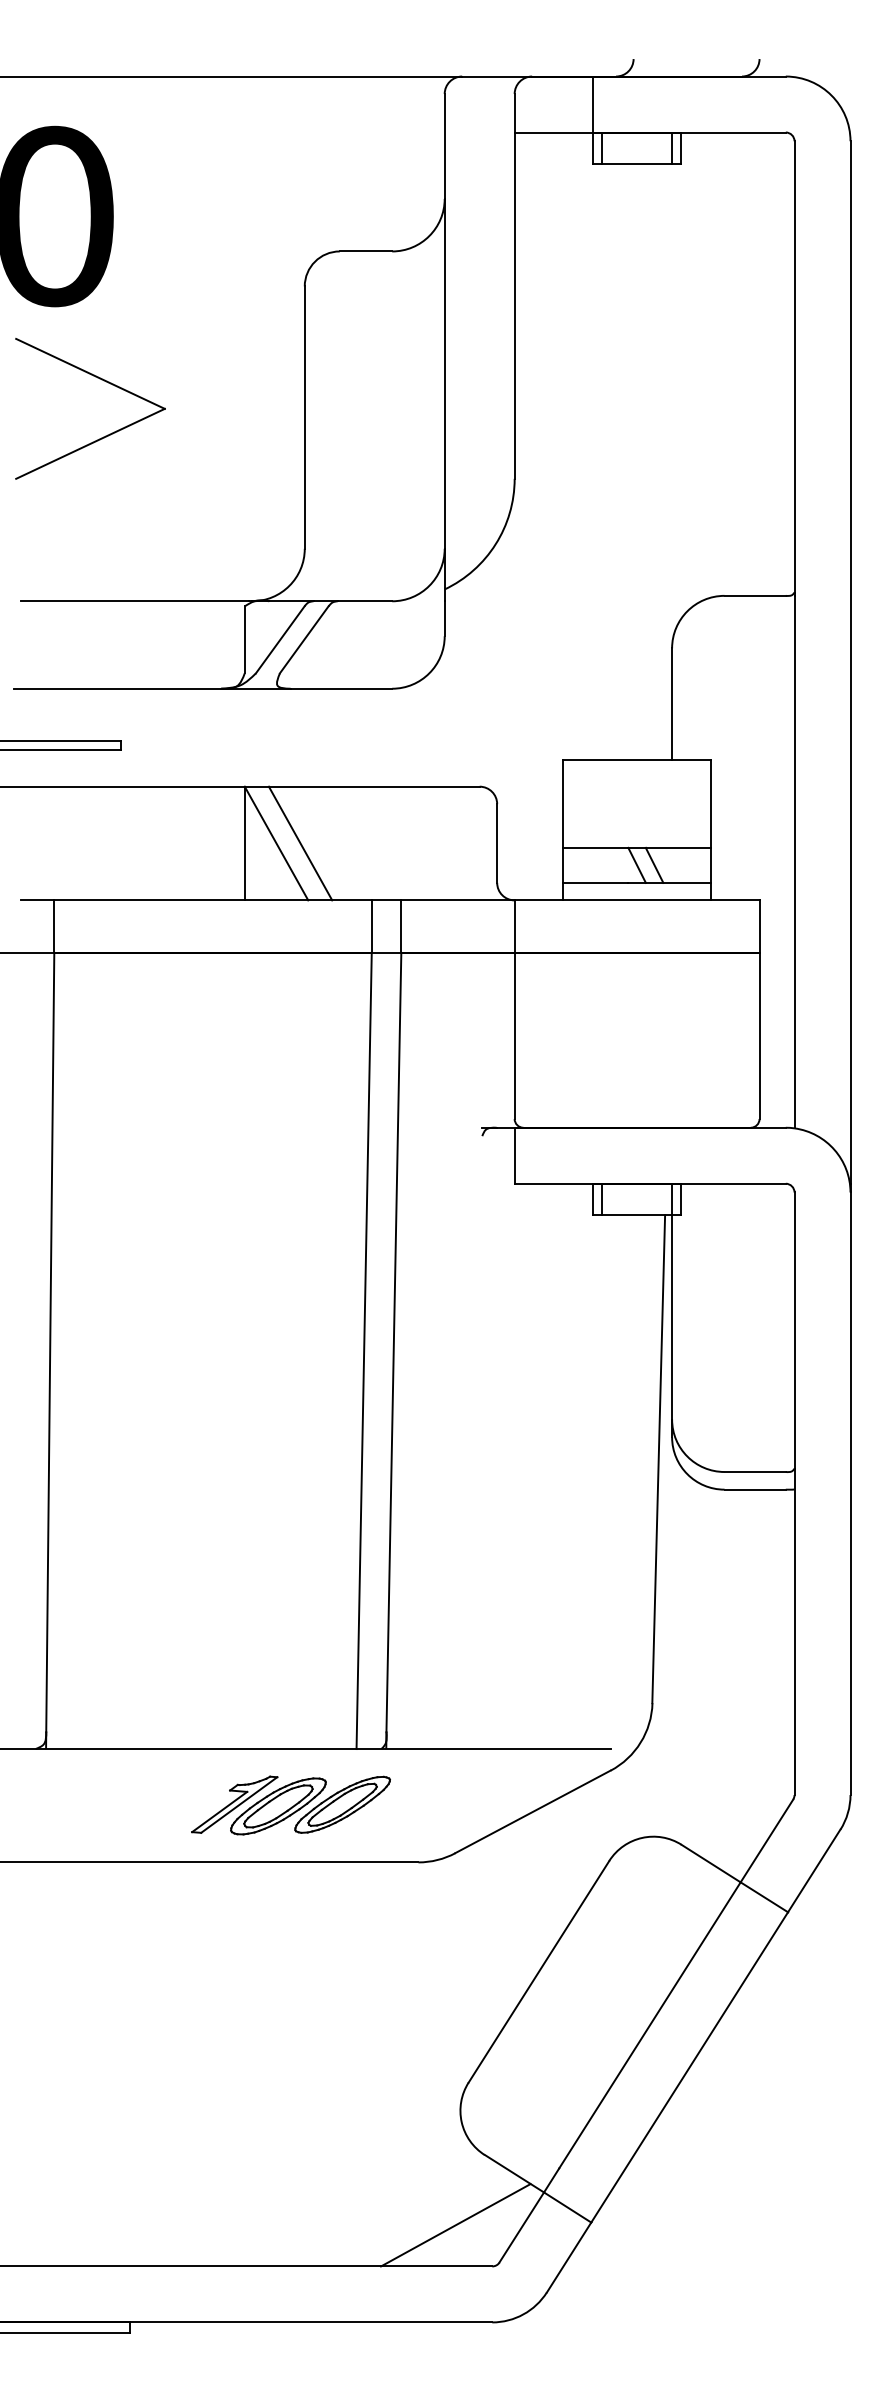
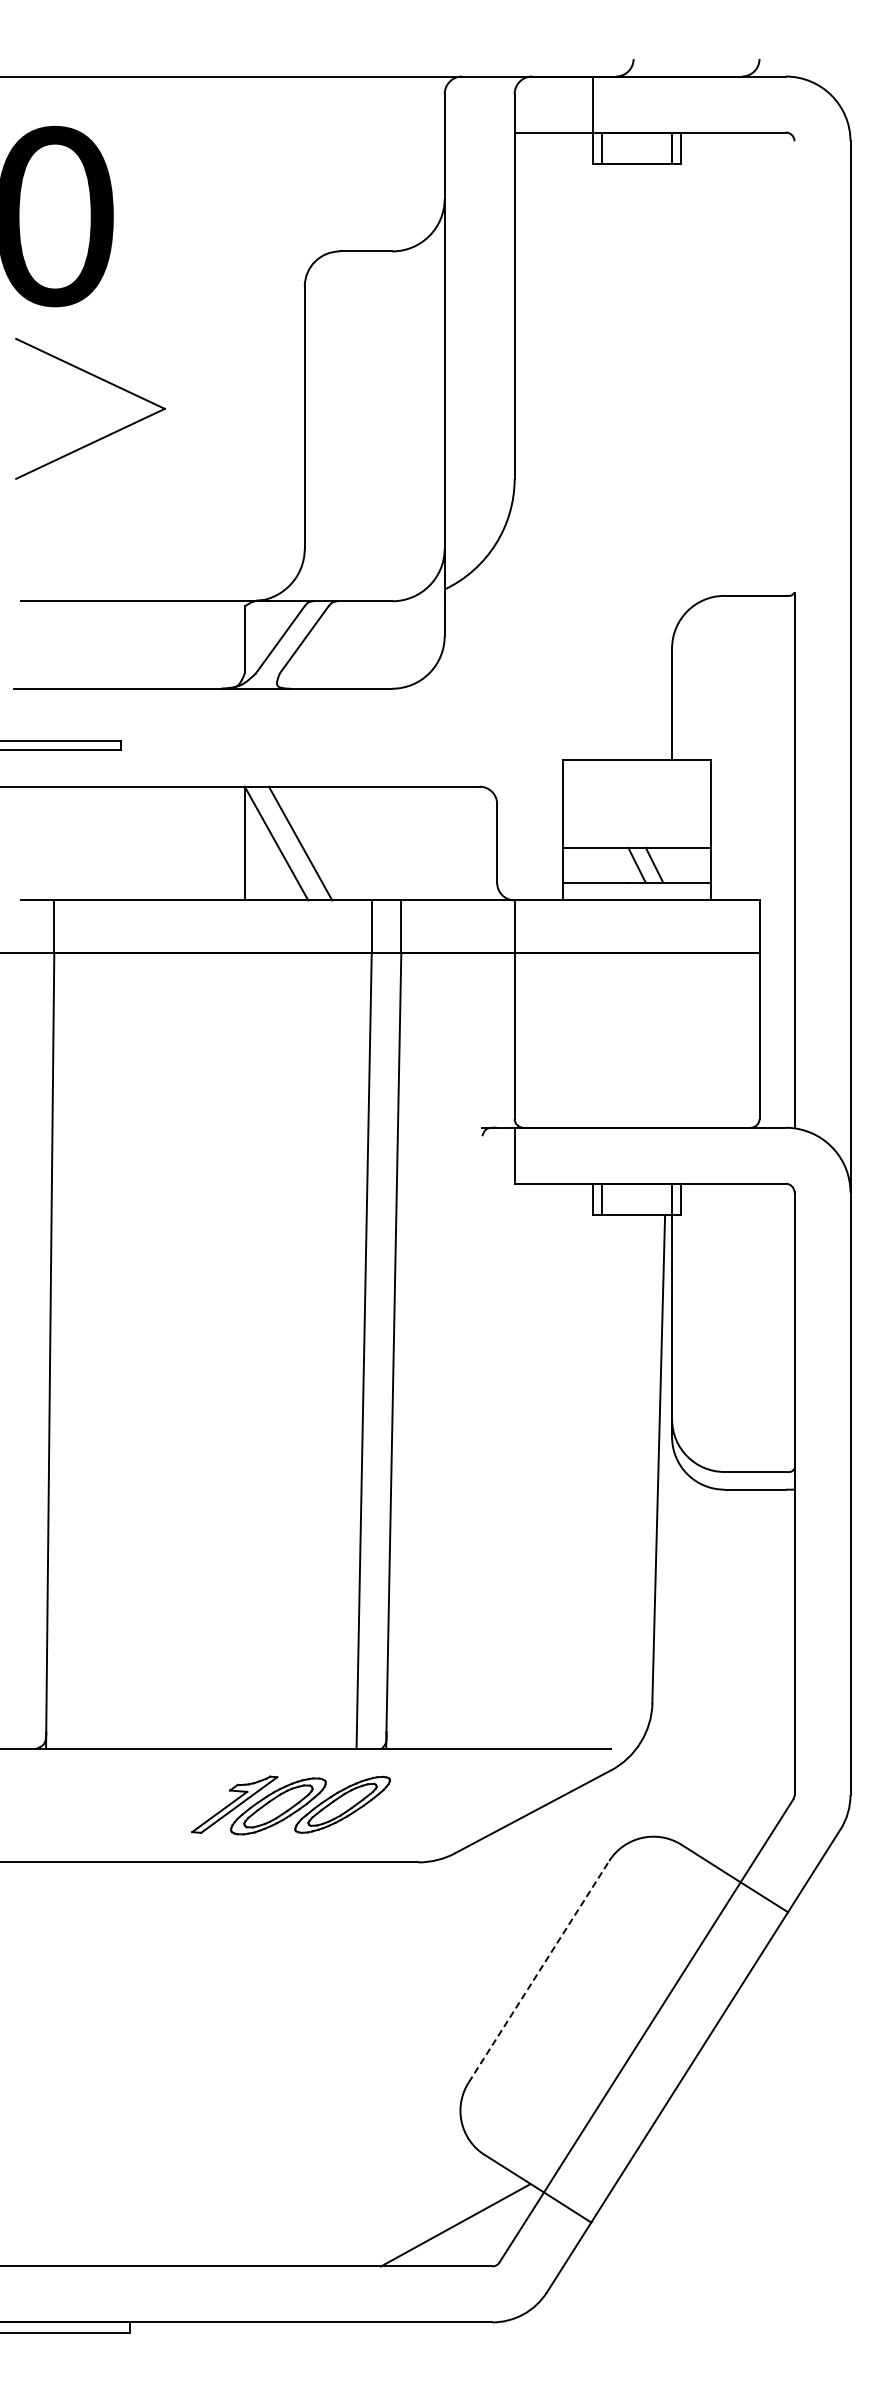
line at (794, 366): present -> none
line at (539, 1971): solid -> dashed
